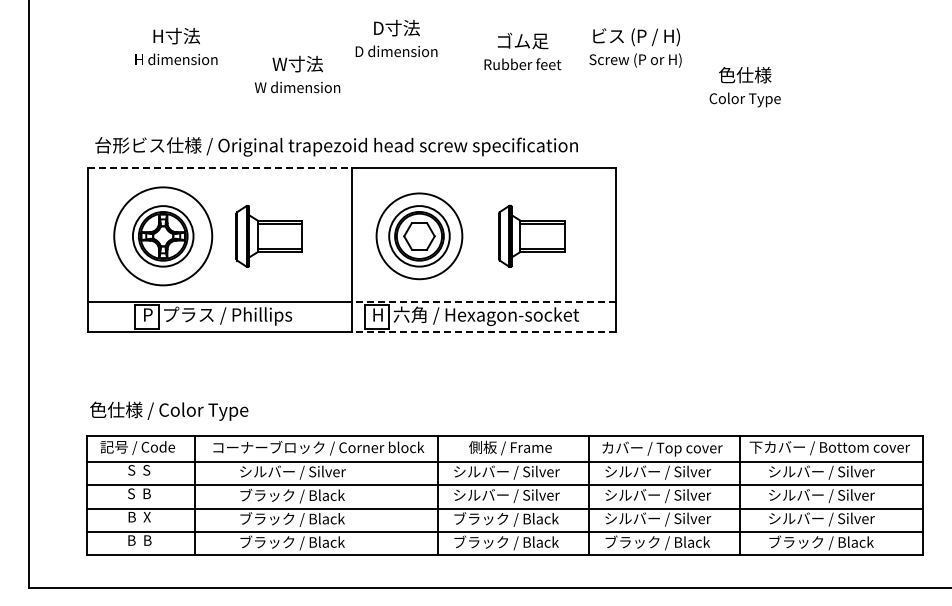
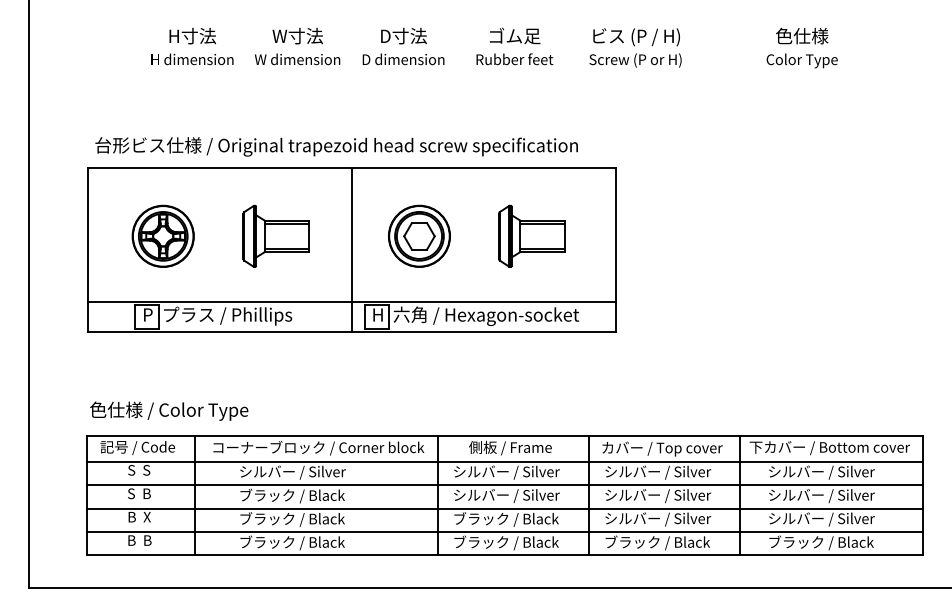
text at (396, 38) position: (396, 38) -> (403, 46)
text at (176, 46) position: (176, 46) -> (192, 46)
text at (522, 51) position: (522, 51) -> (514, 46)
text at (297, 74) position: (297, 74) -> (297, 46)
text at (744, 86) position: (744, 86) -> (801, 47)
line at (220, 168): dashed -> solid
circle at (163, 236) diameter: 98 px -> 61 px
part at (268, 236) position: (268, 236) -> (275, 236)
circle at (419, 236) diameter: 86 px -> 61 px
line at (483, 301): dashed -> solid
line at (483, 331): dashed -> solid
